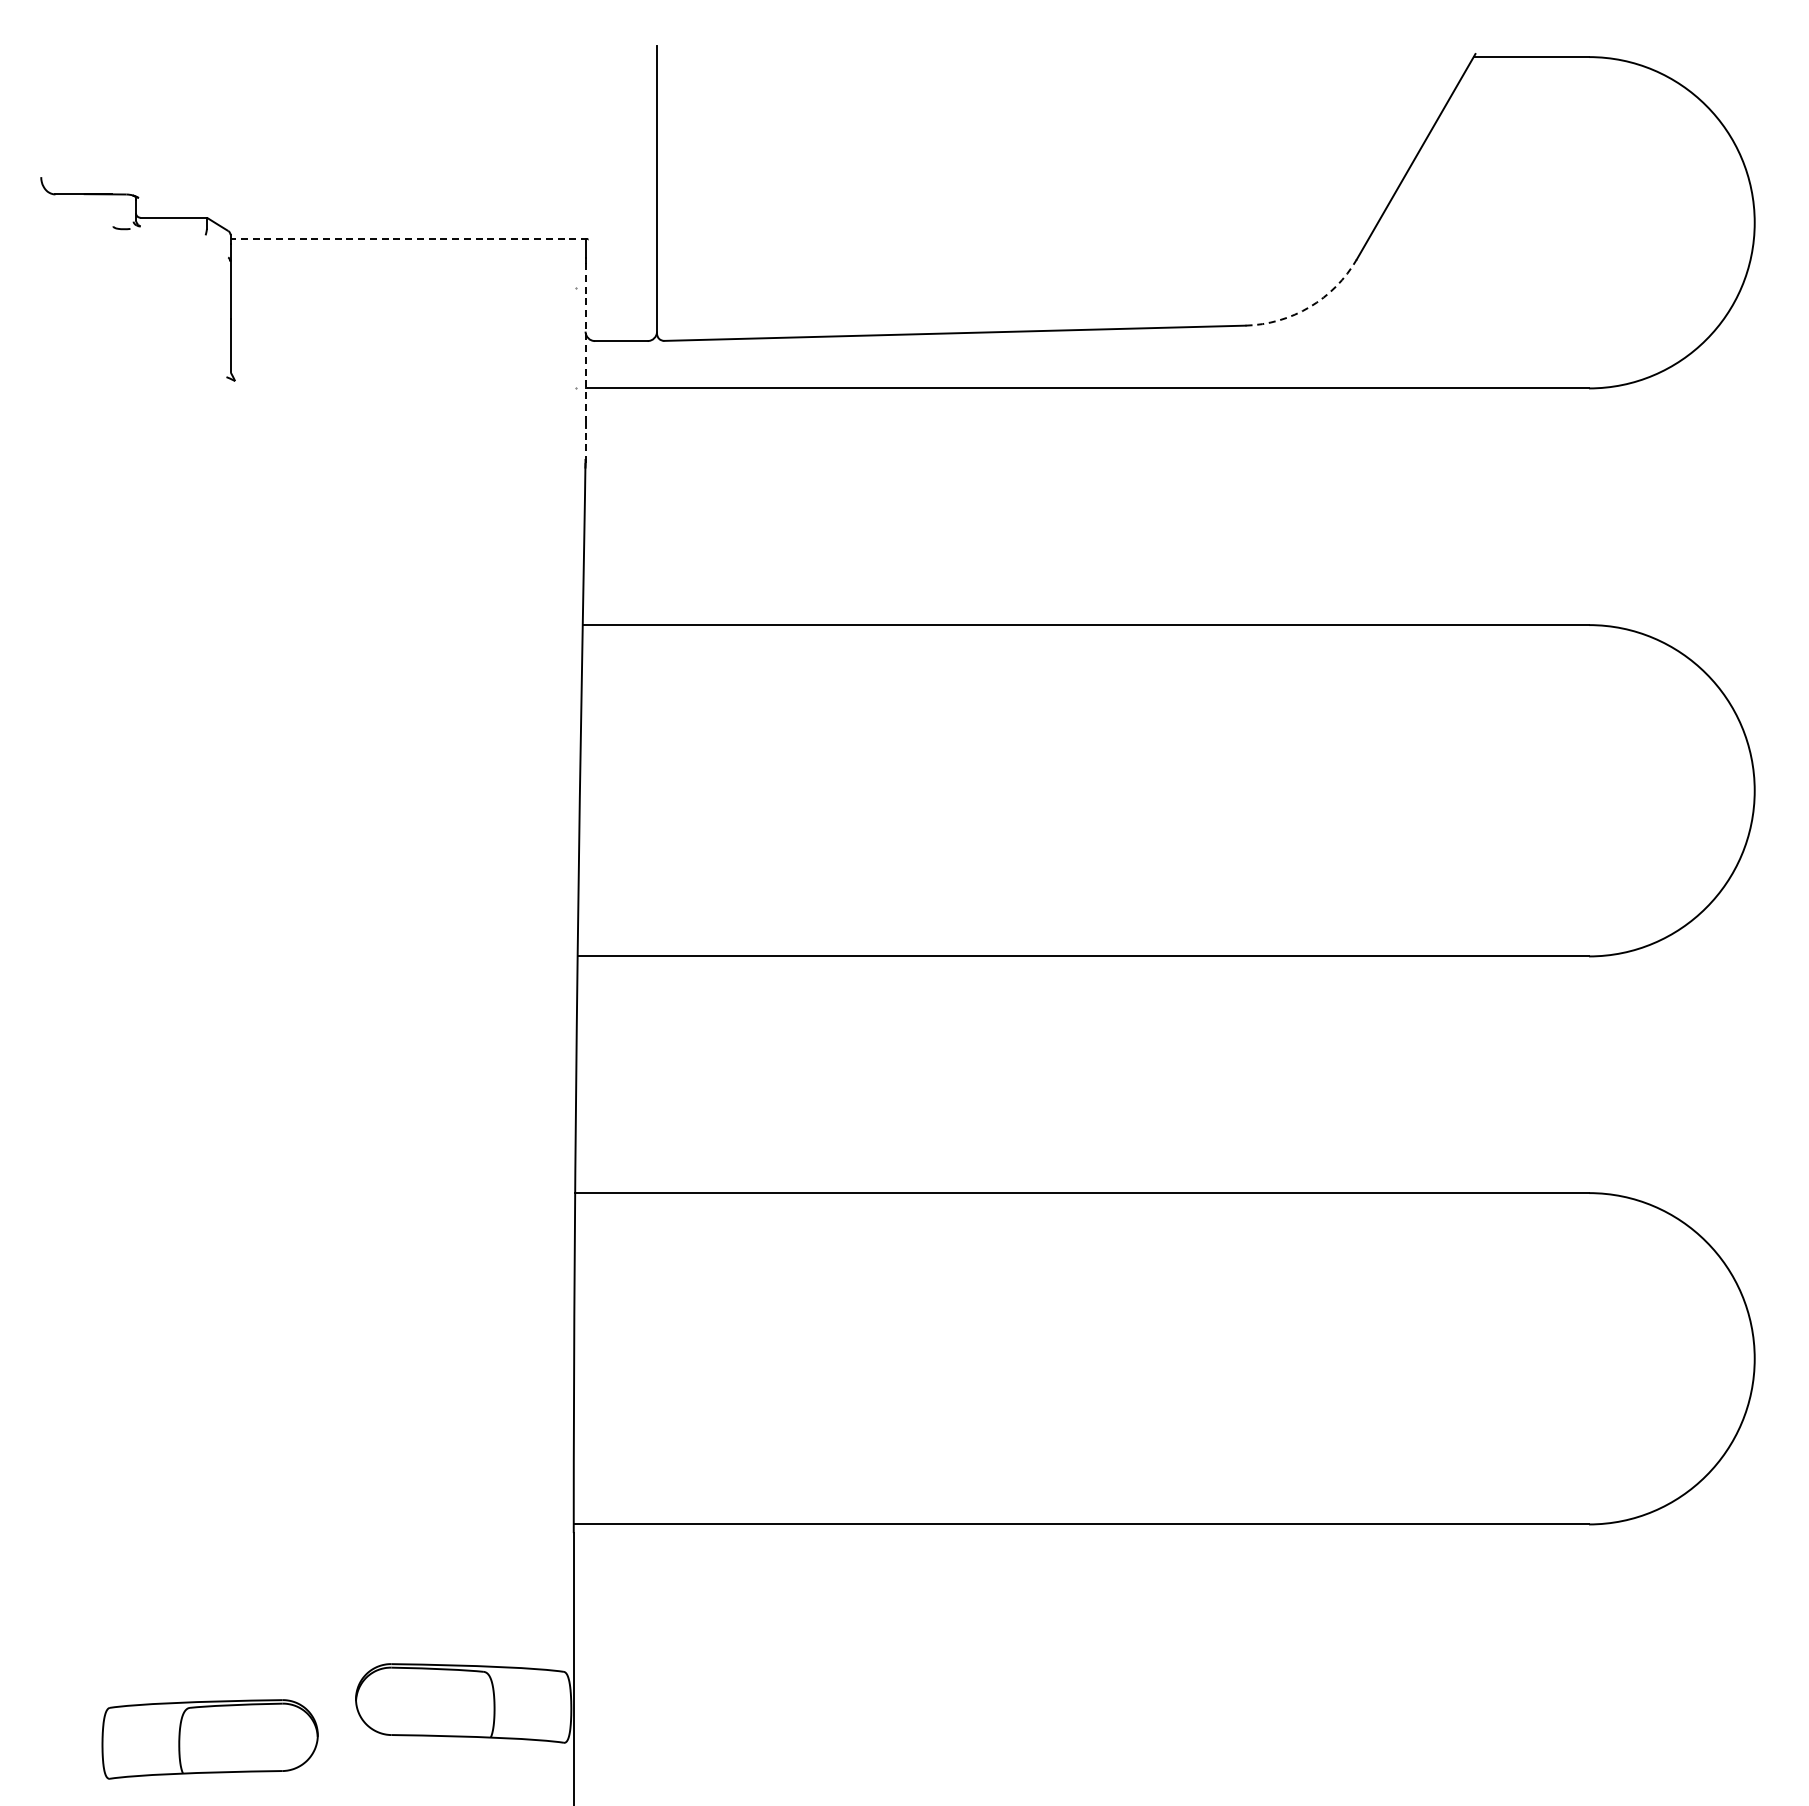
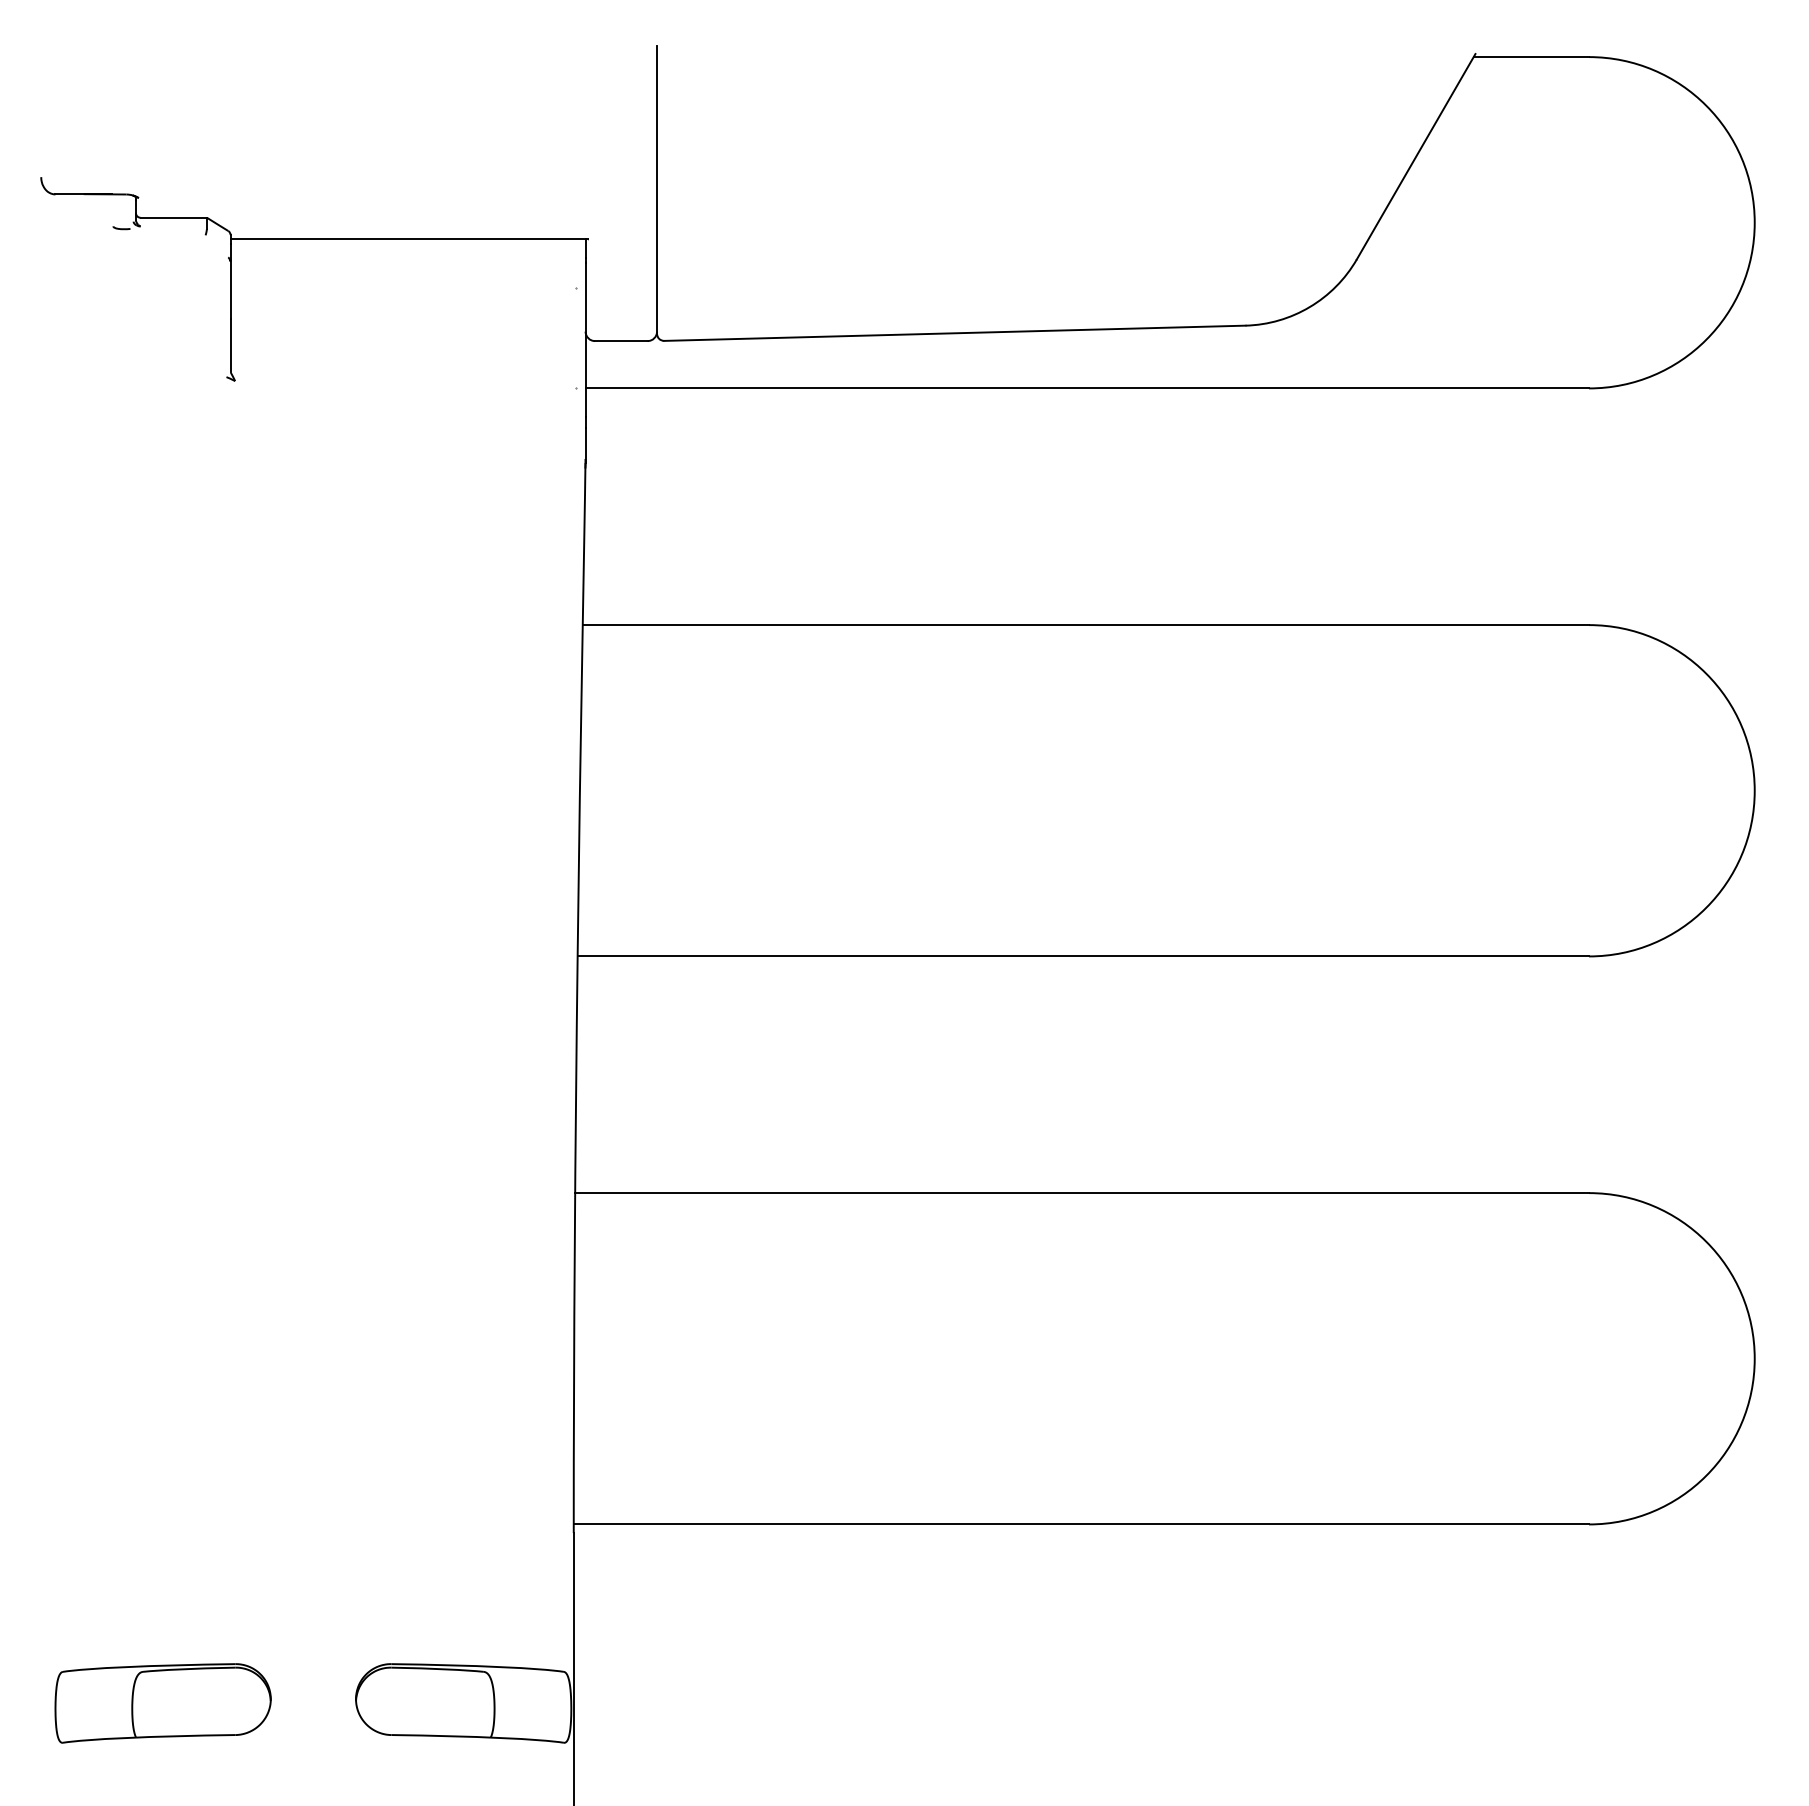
line at (409, 239): dashed -> solid
arc at (1309, 307): dashed -> solid
line at (585, 340): dashed -> solid
line at (585, 445): dashed -> solid
part at (209, 1739) position: (209, 1739) -> (162, 1703)
